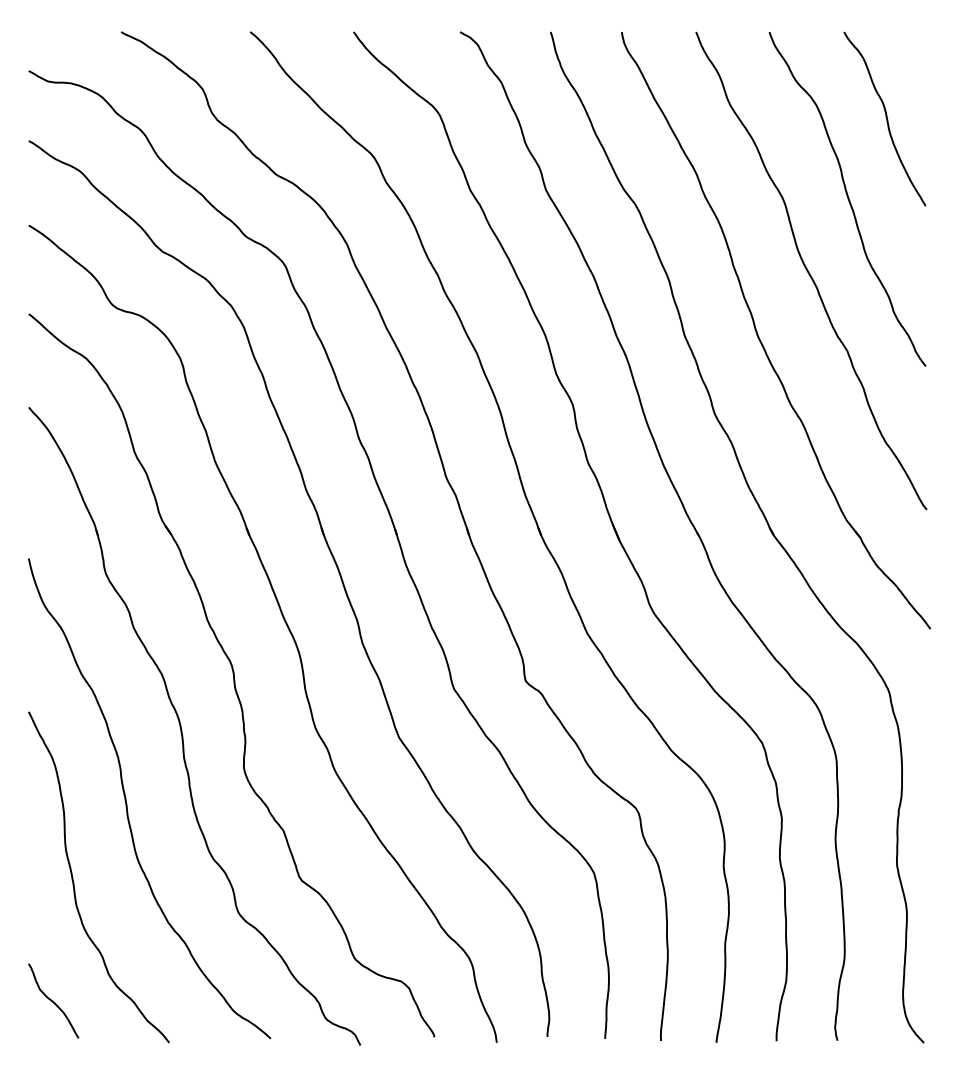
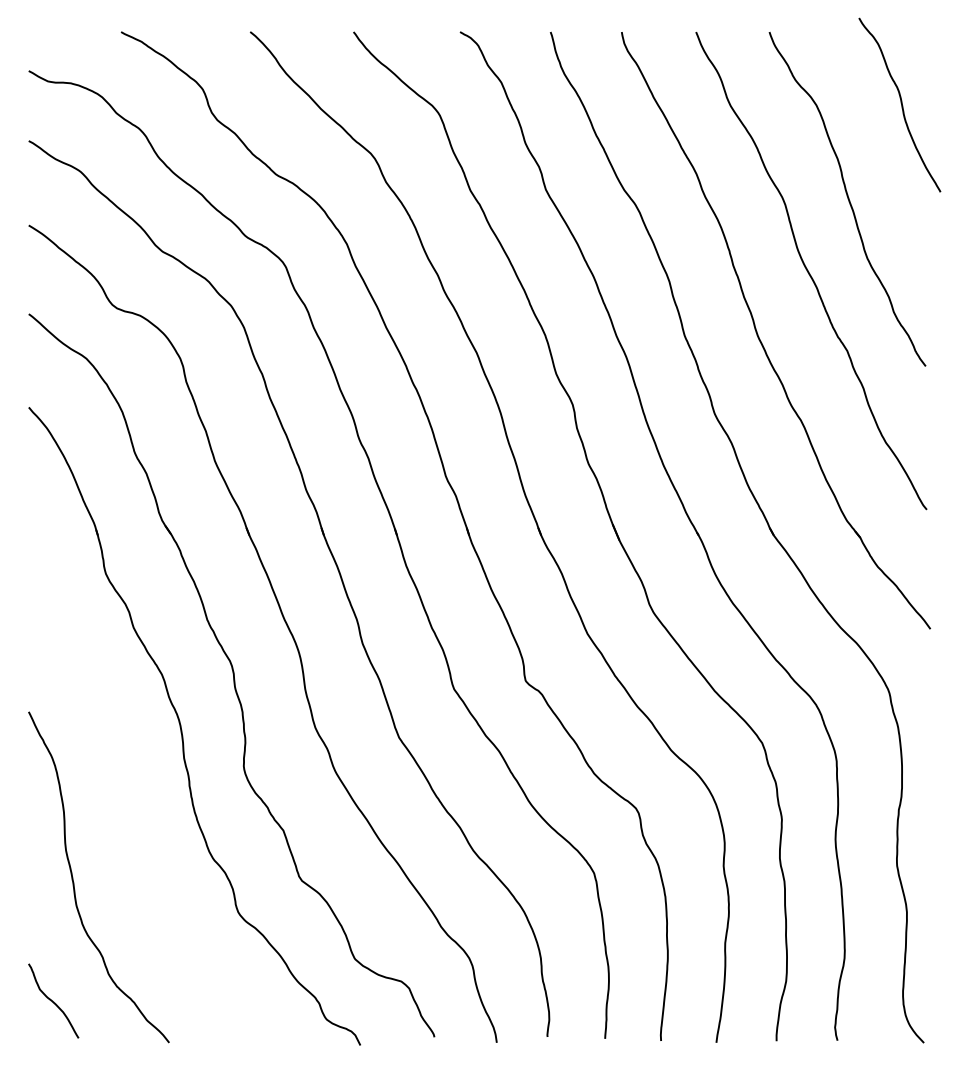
curve at (885, 117) position: (885, 117) -> (900, 103)
curve at (127, 803): present -> none
